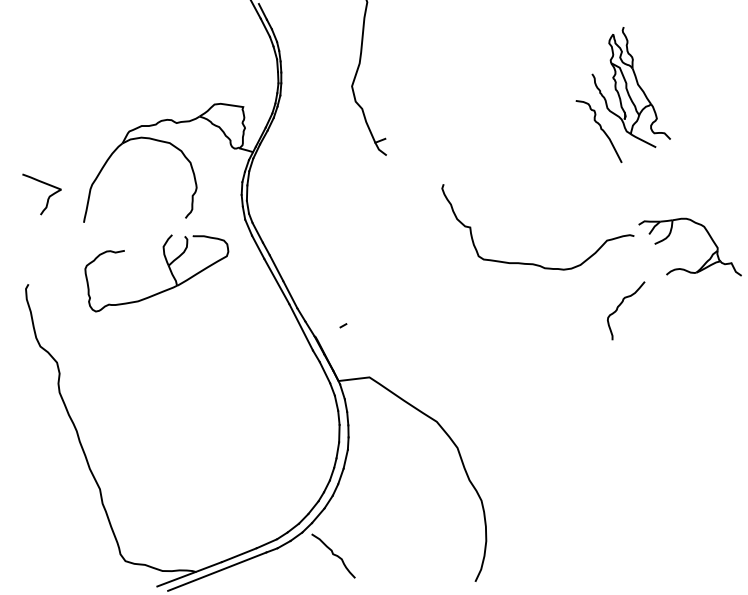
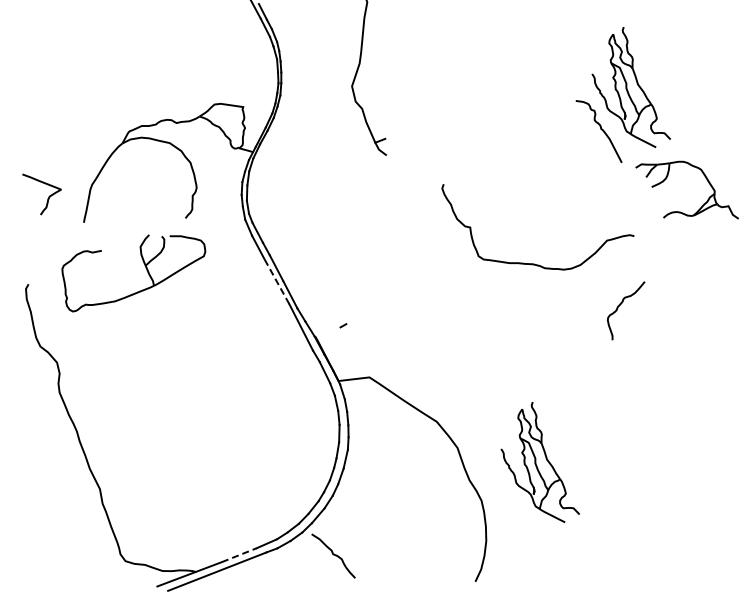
part at (705, 261) position: (705, 261) -> (702, 204)
part at (168, 268) position: (168, 268) -> (145, 268)
line at (276, 281): solid -> dashed
part at (539, 462): none -> present
line at (239, 555): solid -> dashed
